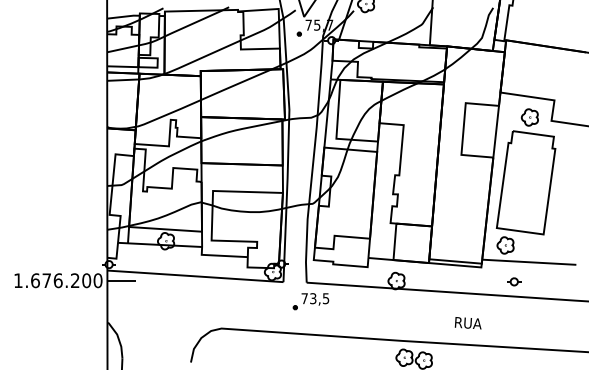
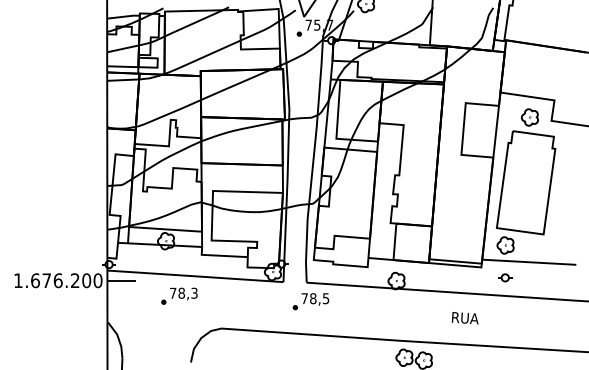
part at (514, 281) position: (514, 281) -> (505, 277)
part at (179, 295): none -> present
text at (313, 298): 73,5 -> 78,5
text at (467, 323) position: (467, 323) -> (464, 318)
